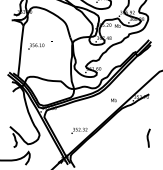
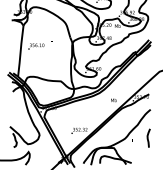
part at (116, 137): none -> present
